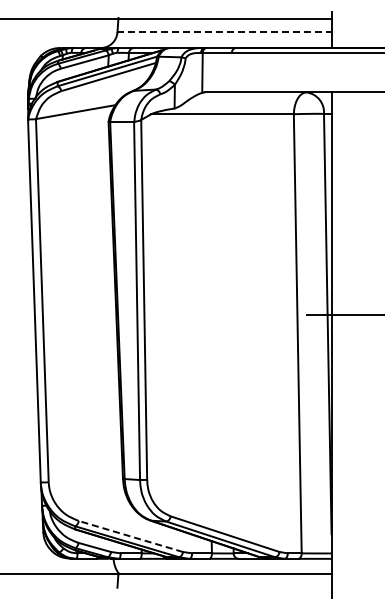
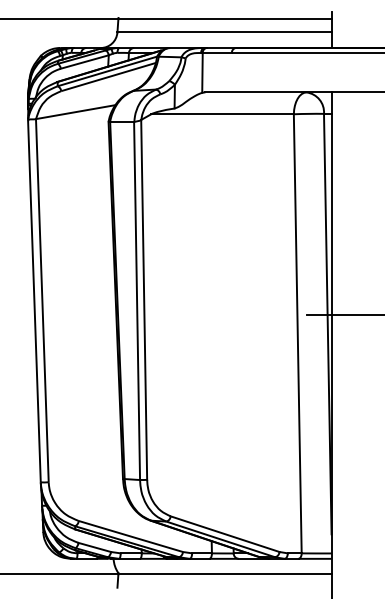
line at (225, 32): dashed -> solid
line at (130, 536): dashed -> solid
